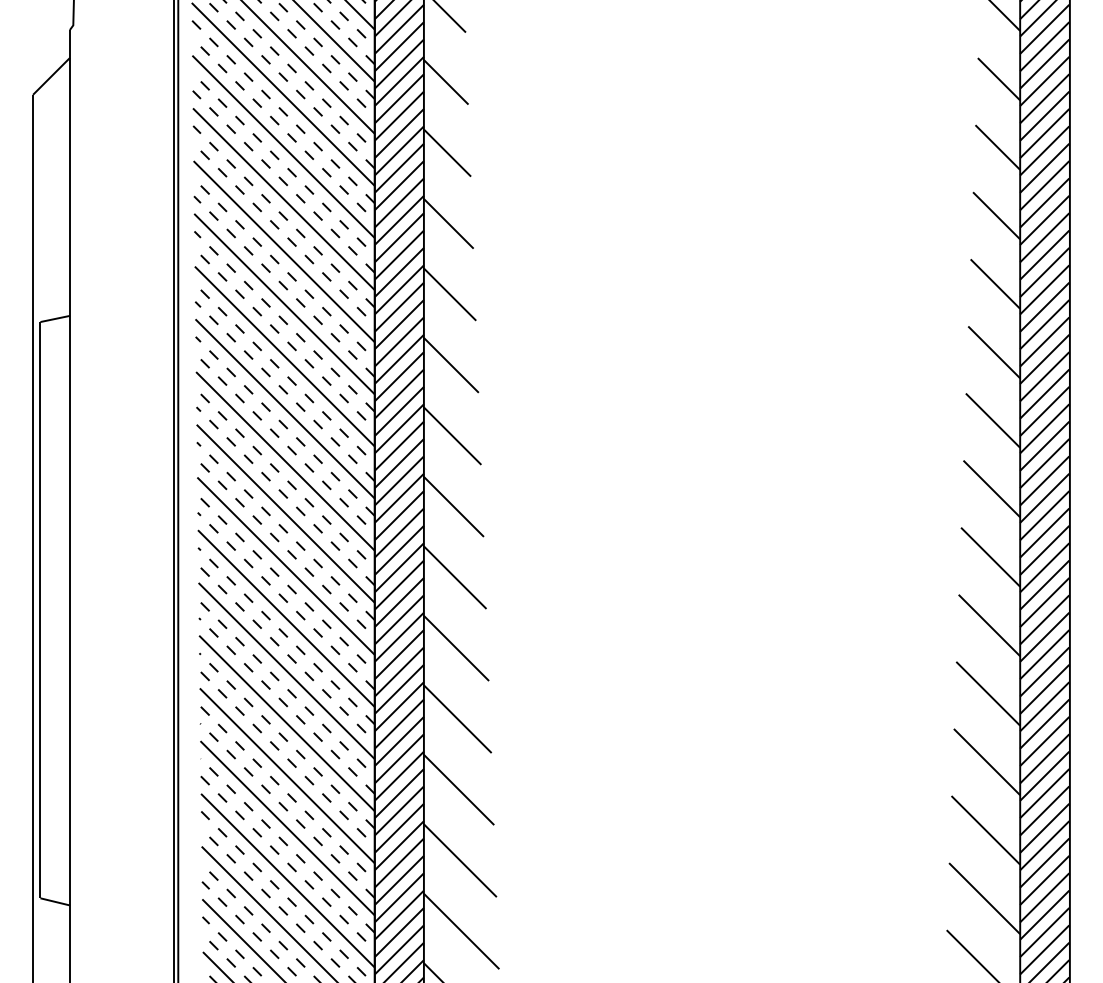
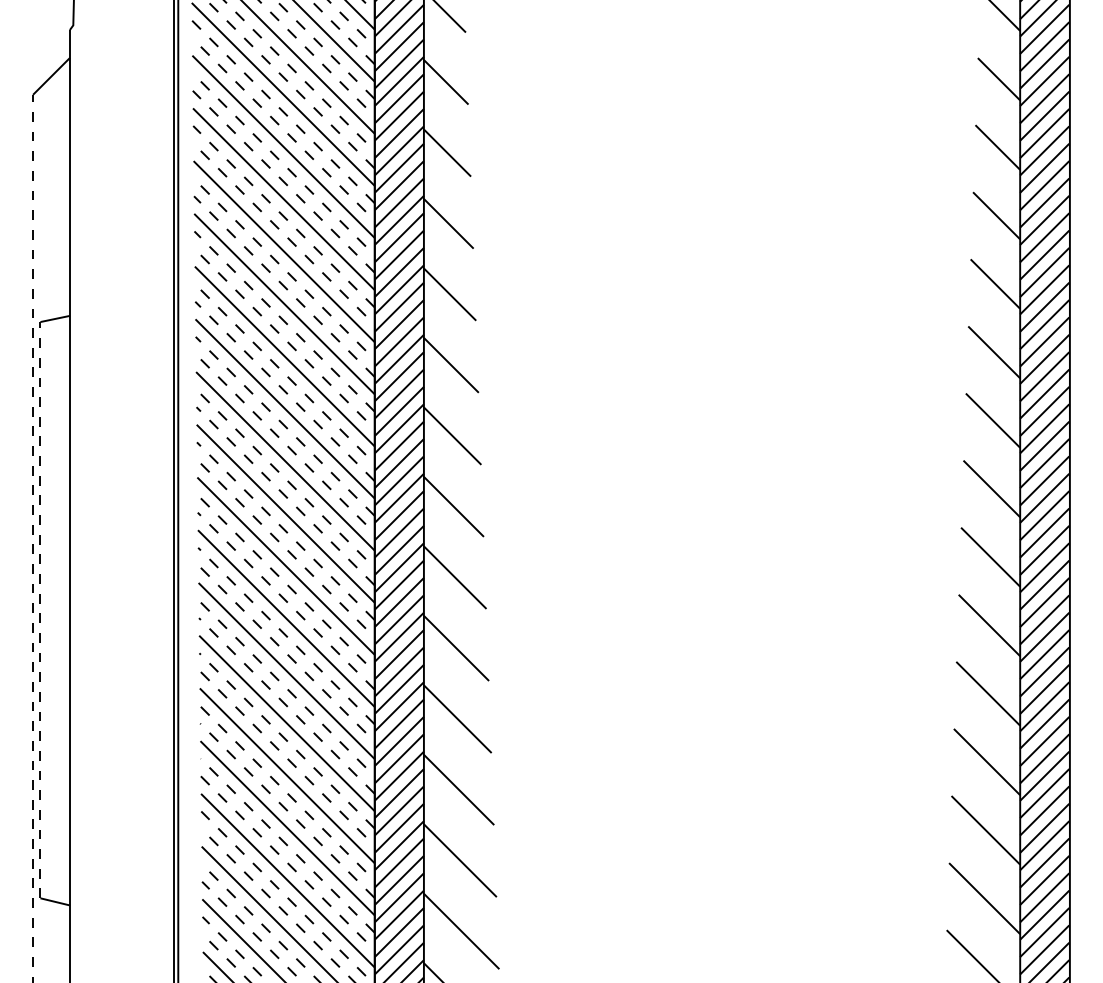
line at (33, 538): solid -> dashed
line at (40, 609): solid -> dashed
